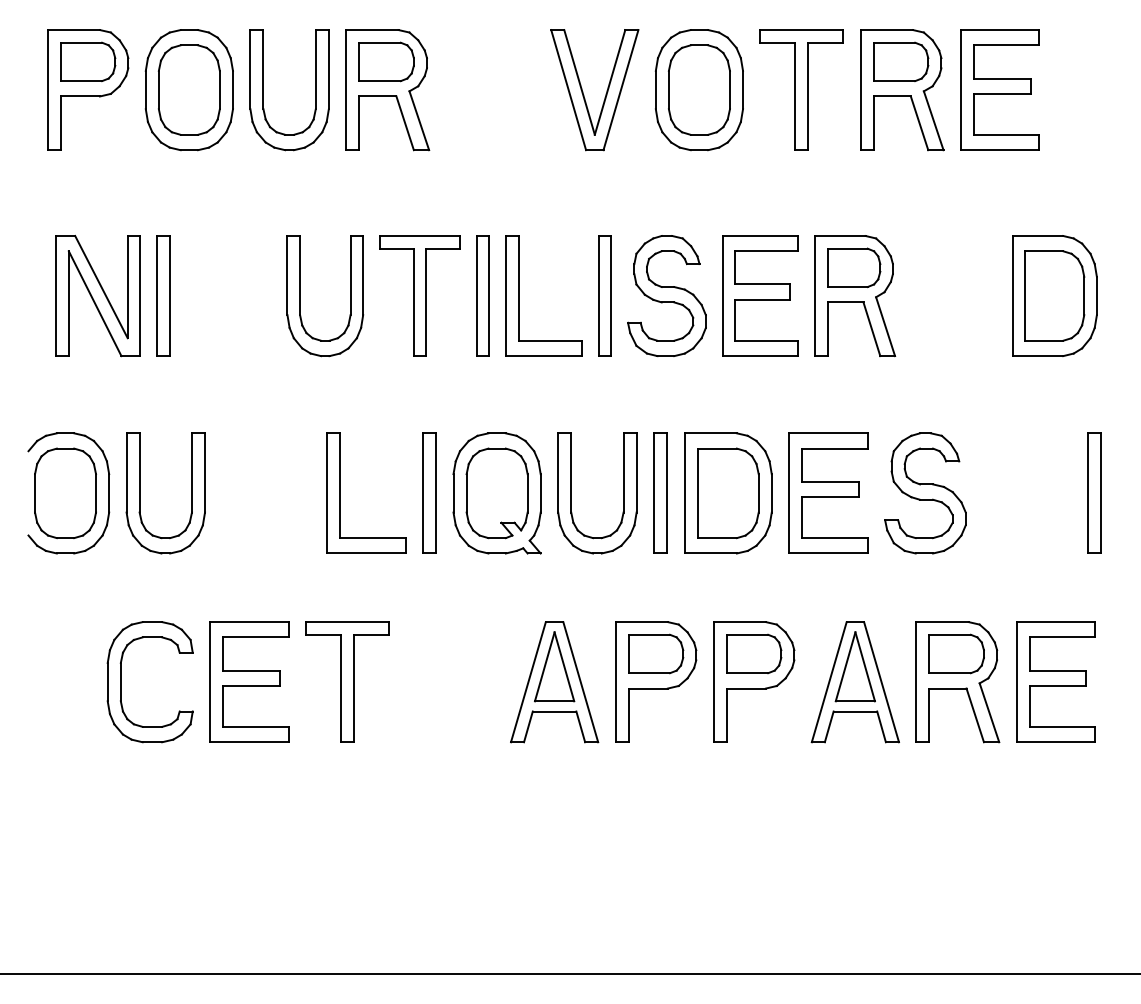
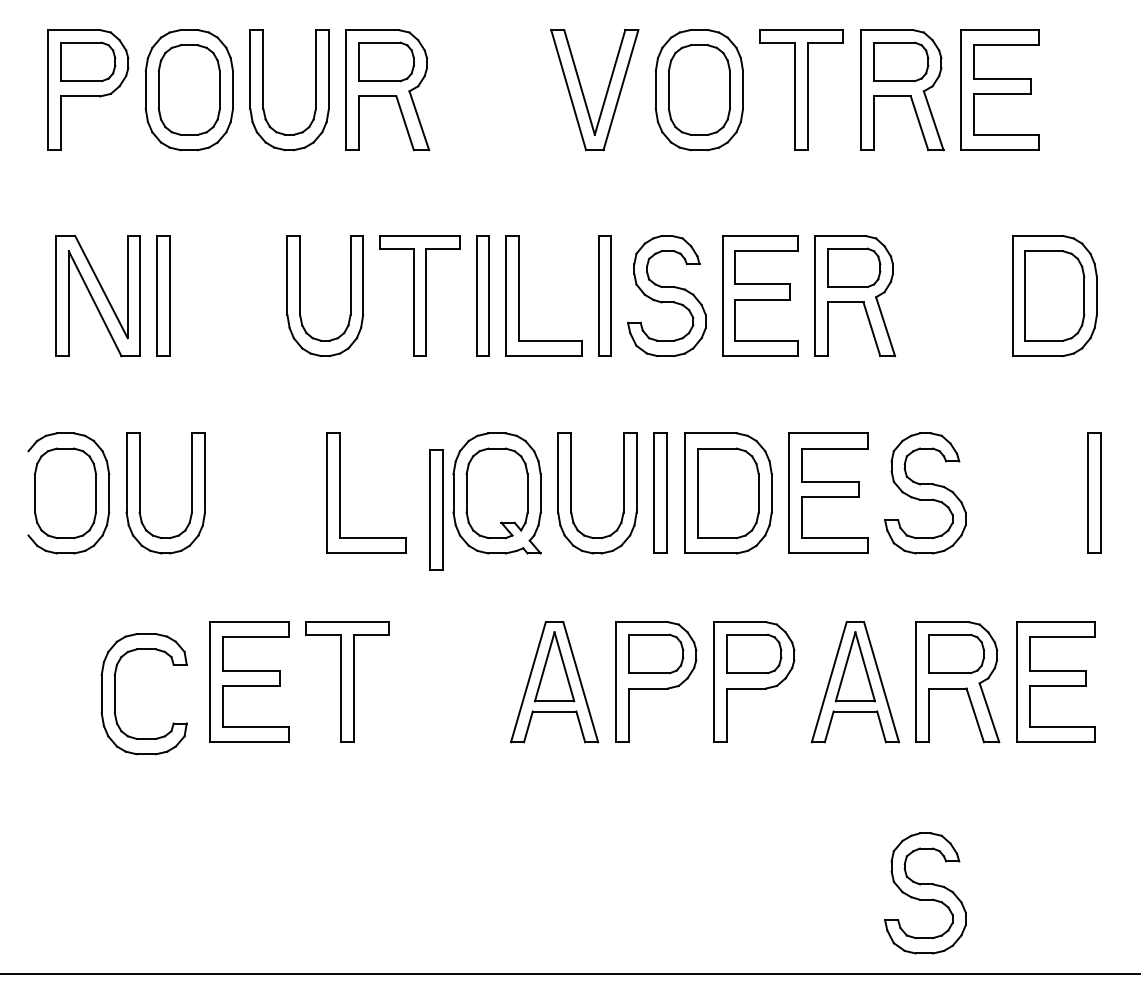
part at (429, 492) position: (429, 492) -> (436, 509)
part at (121, 682) position: (121, 682) -> (115, 694)
part at (925, 893): none -> present
